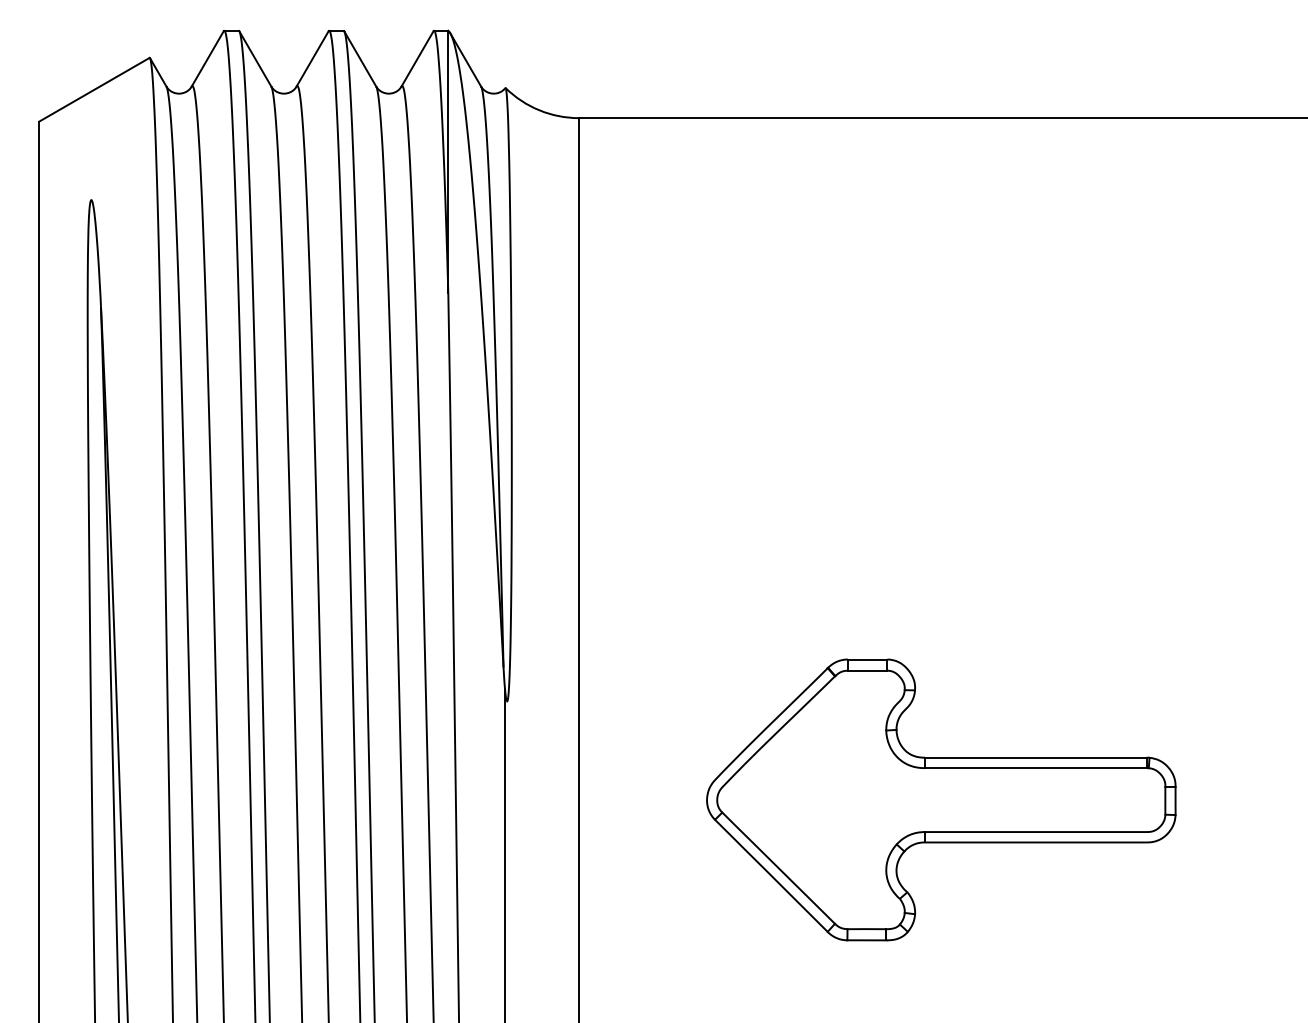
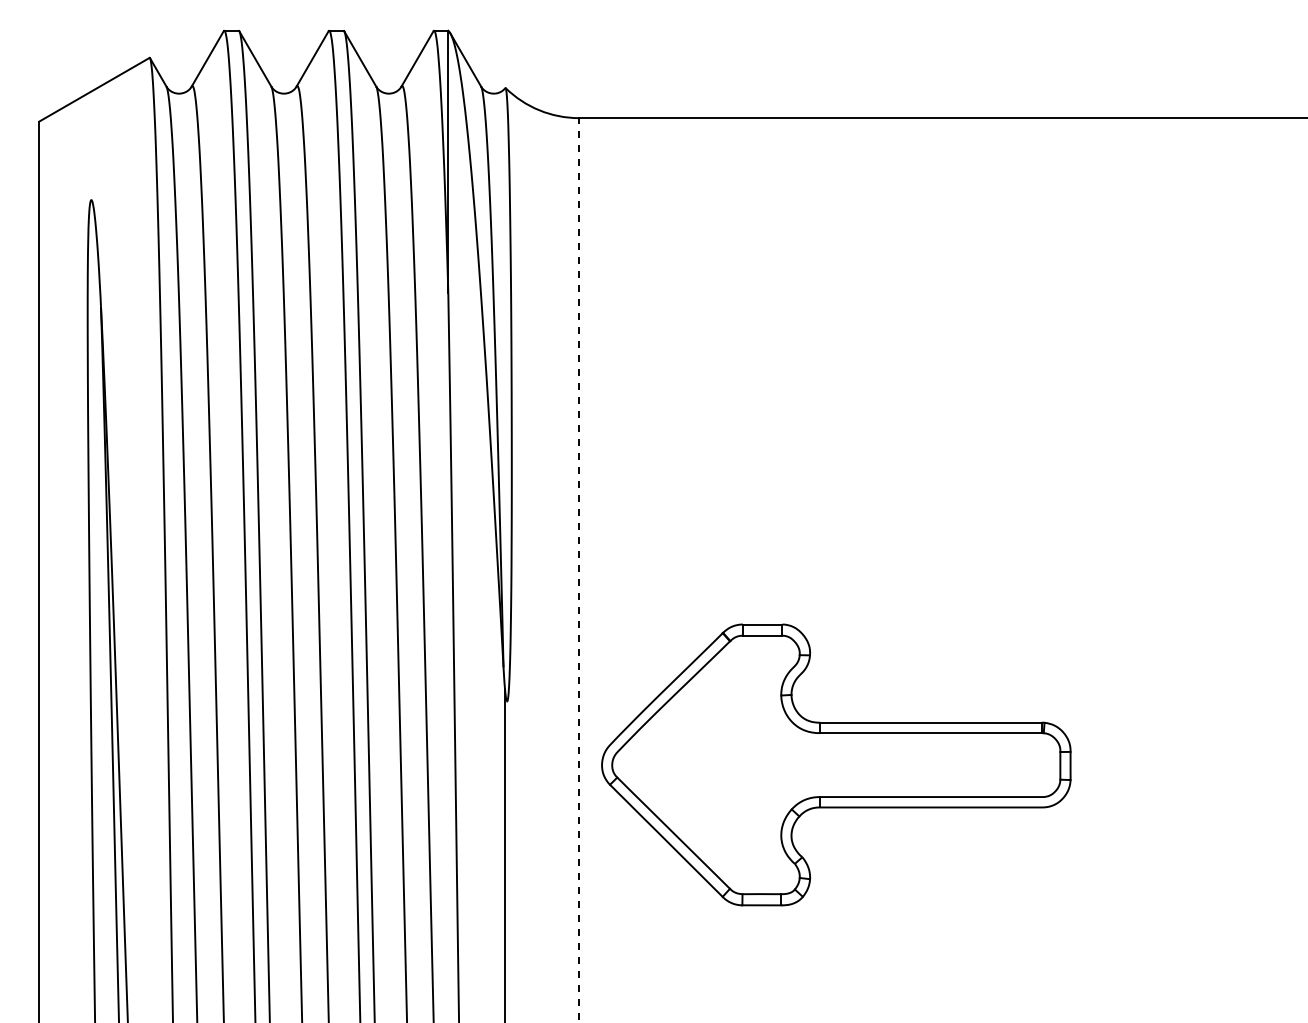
line at (579, 570): solid -> dashed
part at (941, 799) position: (941, 799) -> (836, 764)
